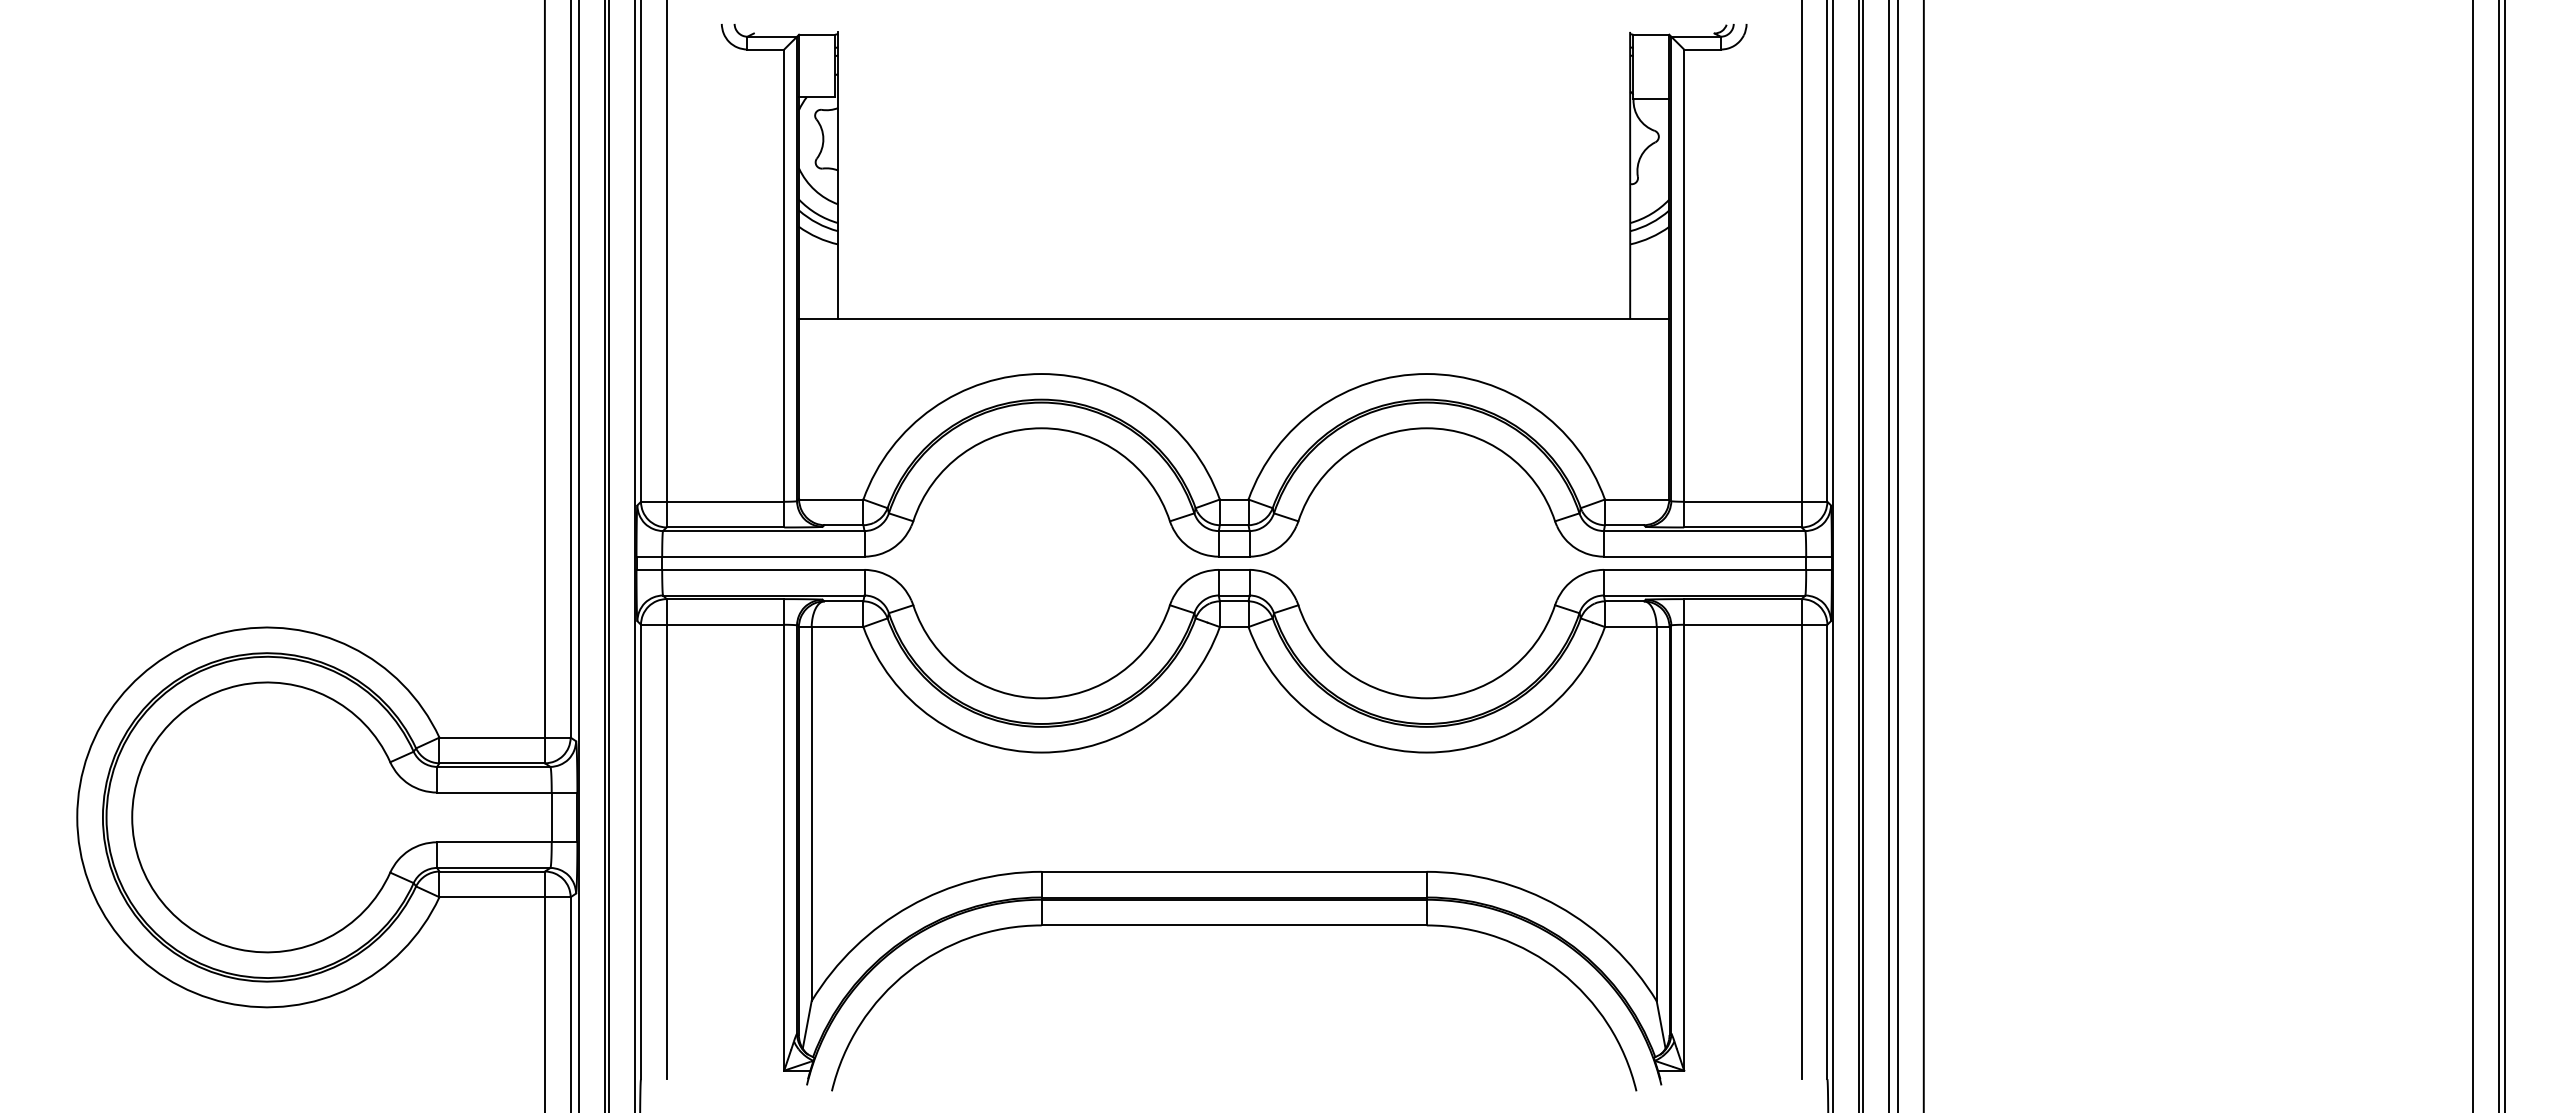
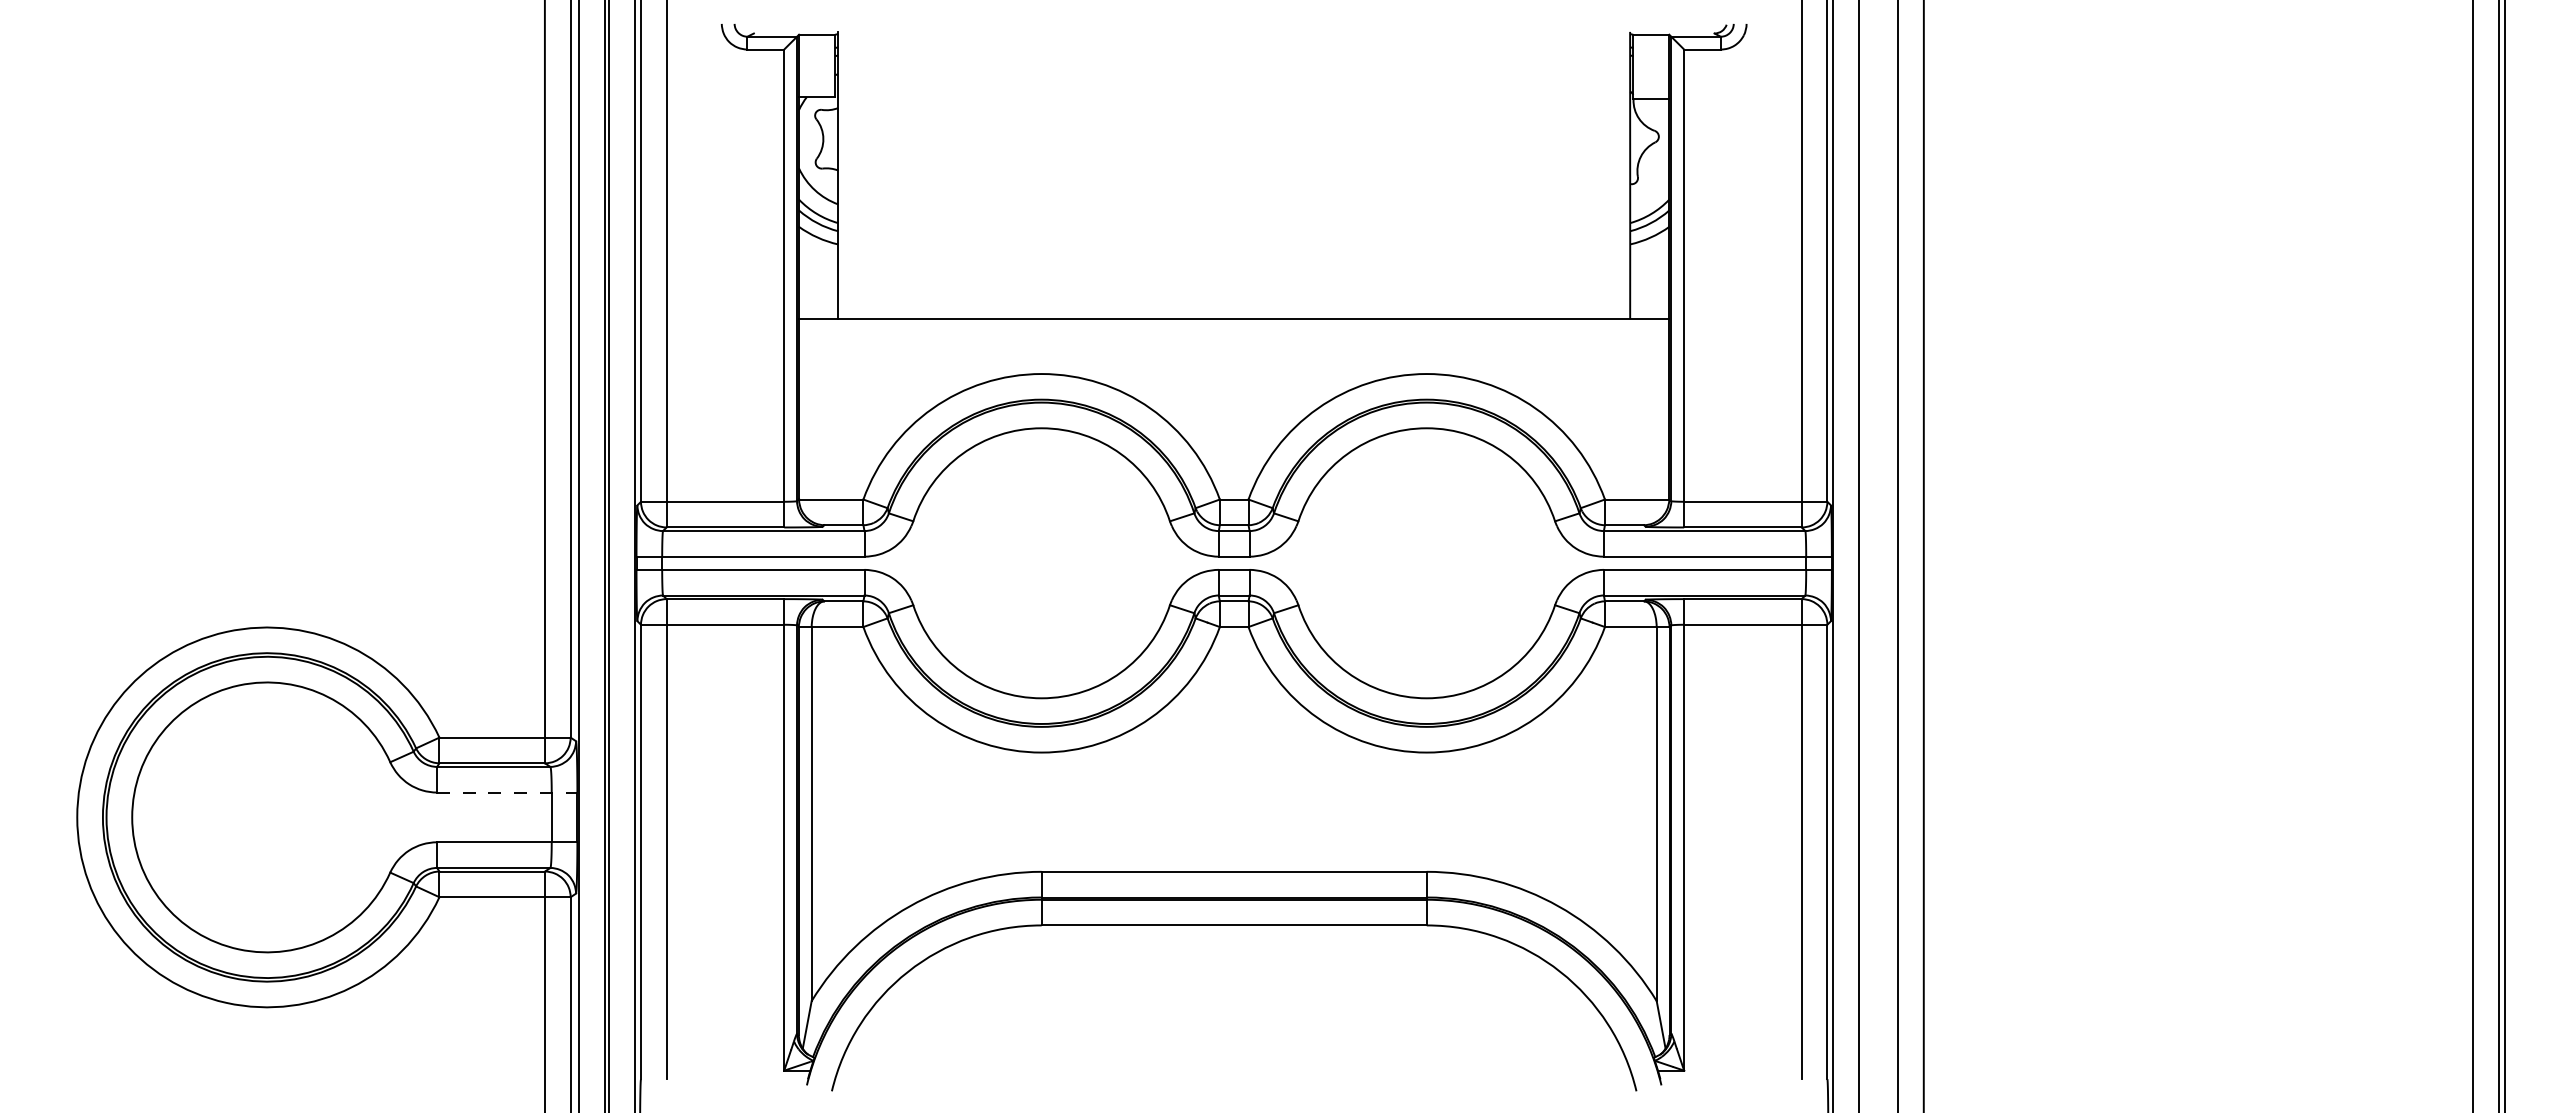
line at (1863, 555): present -> none
line at (1888, 555): present -> none
line at (507, 792): solid -> dashed
